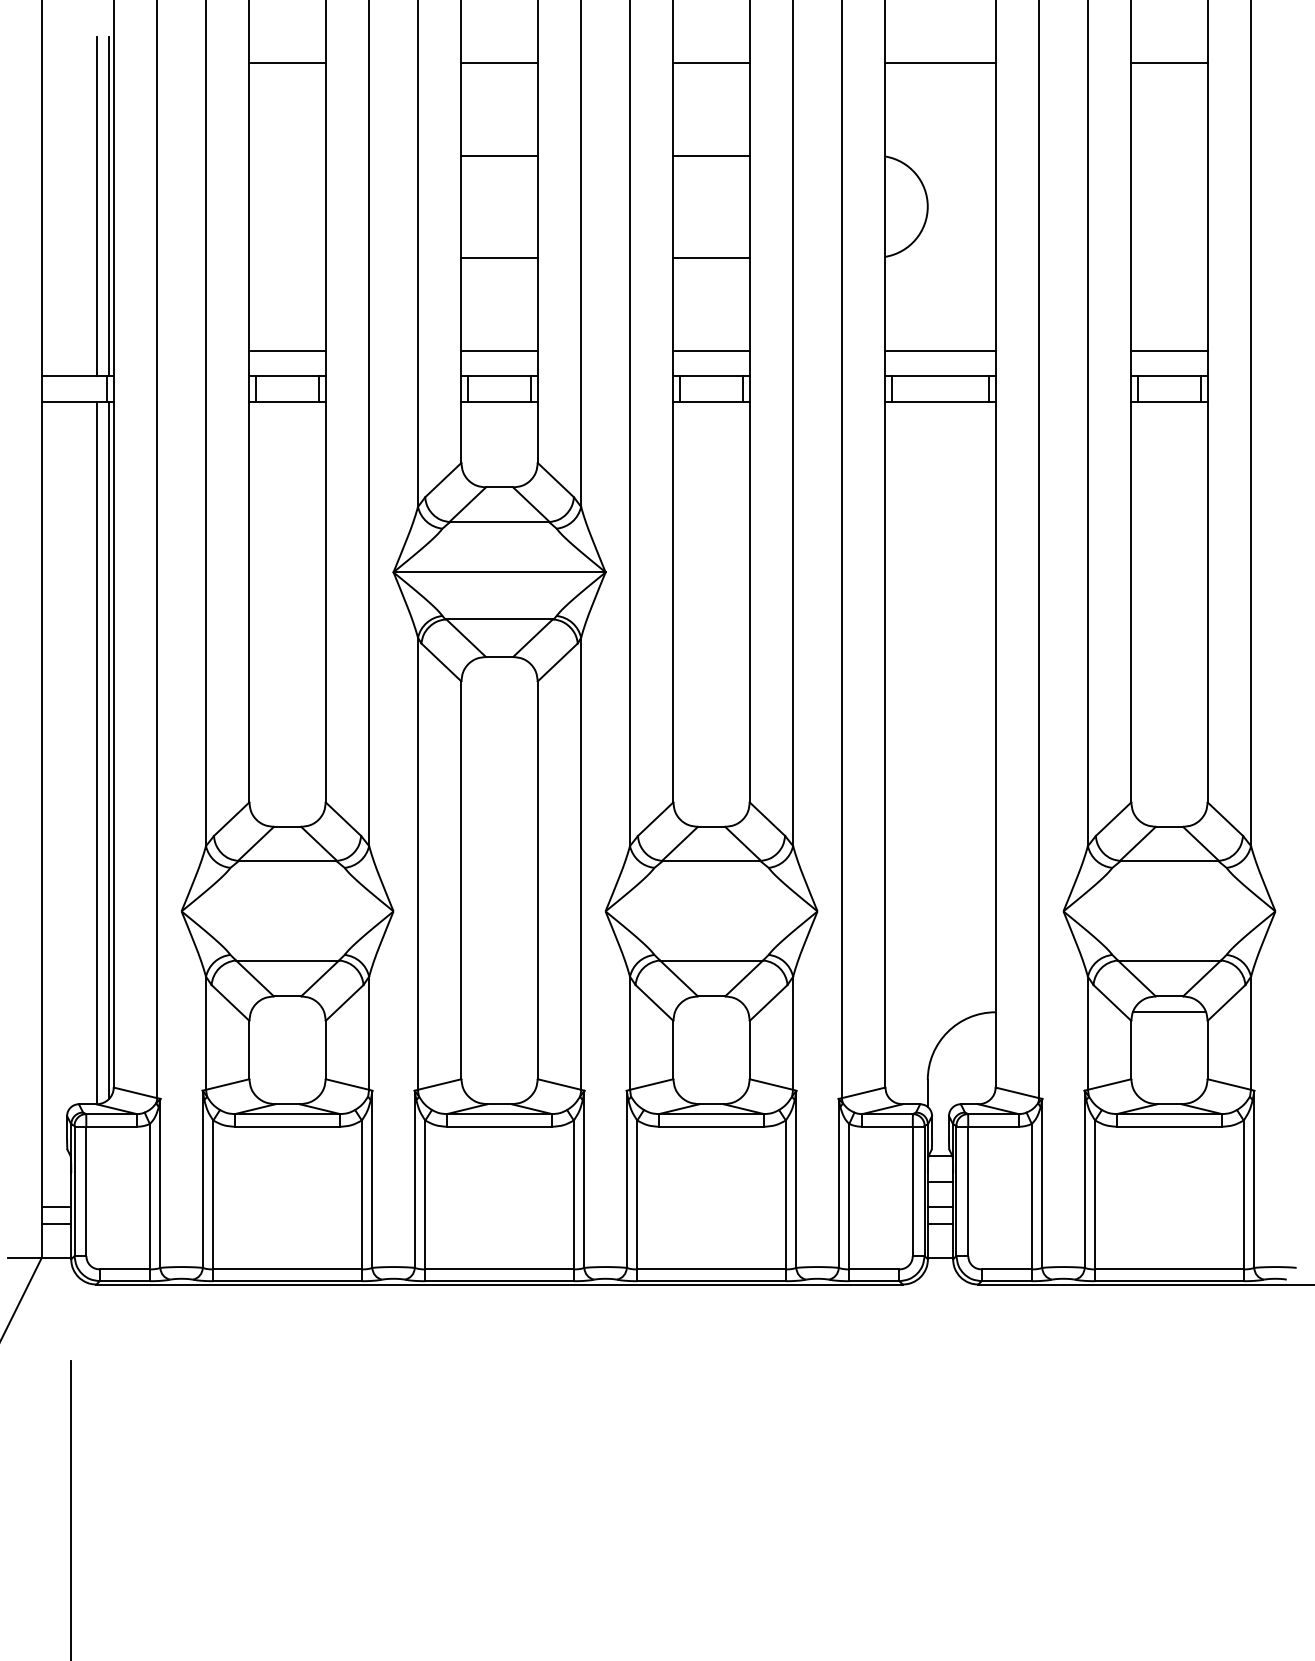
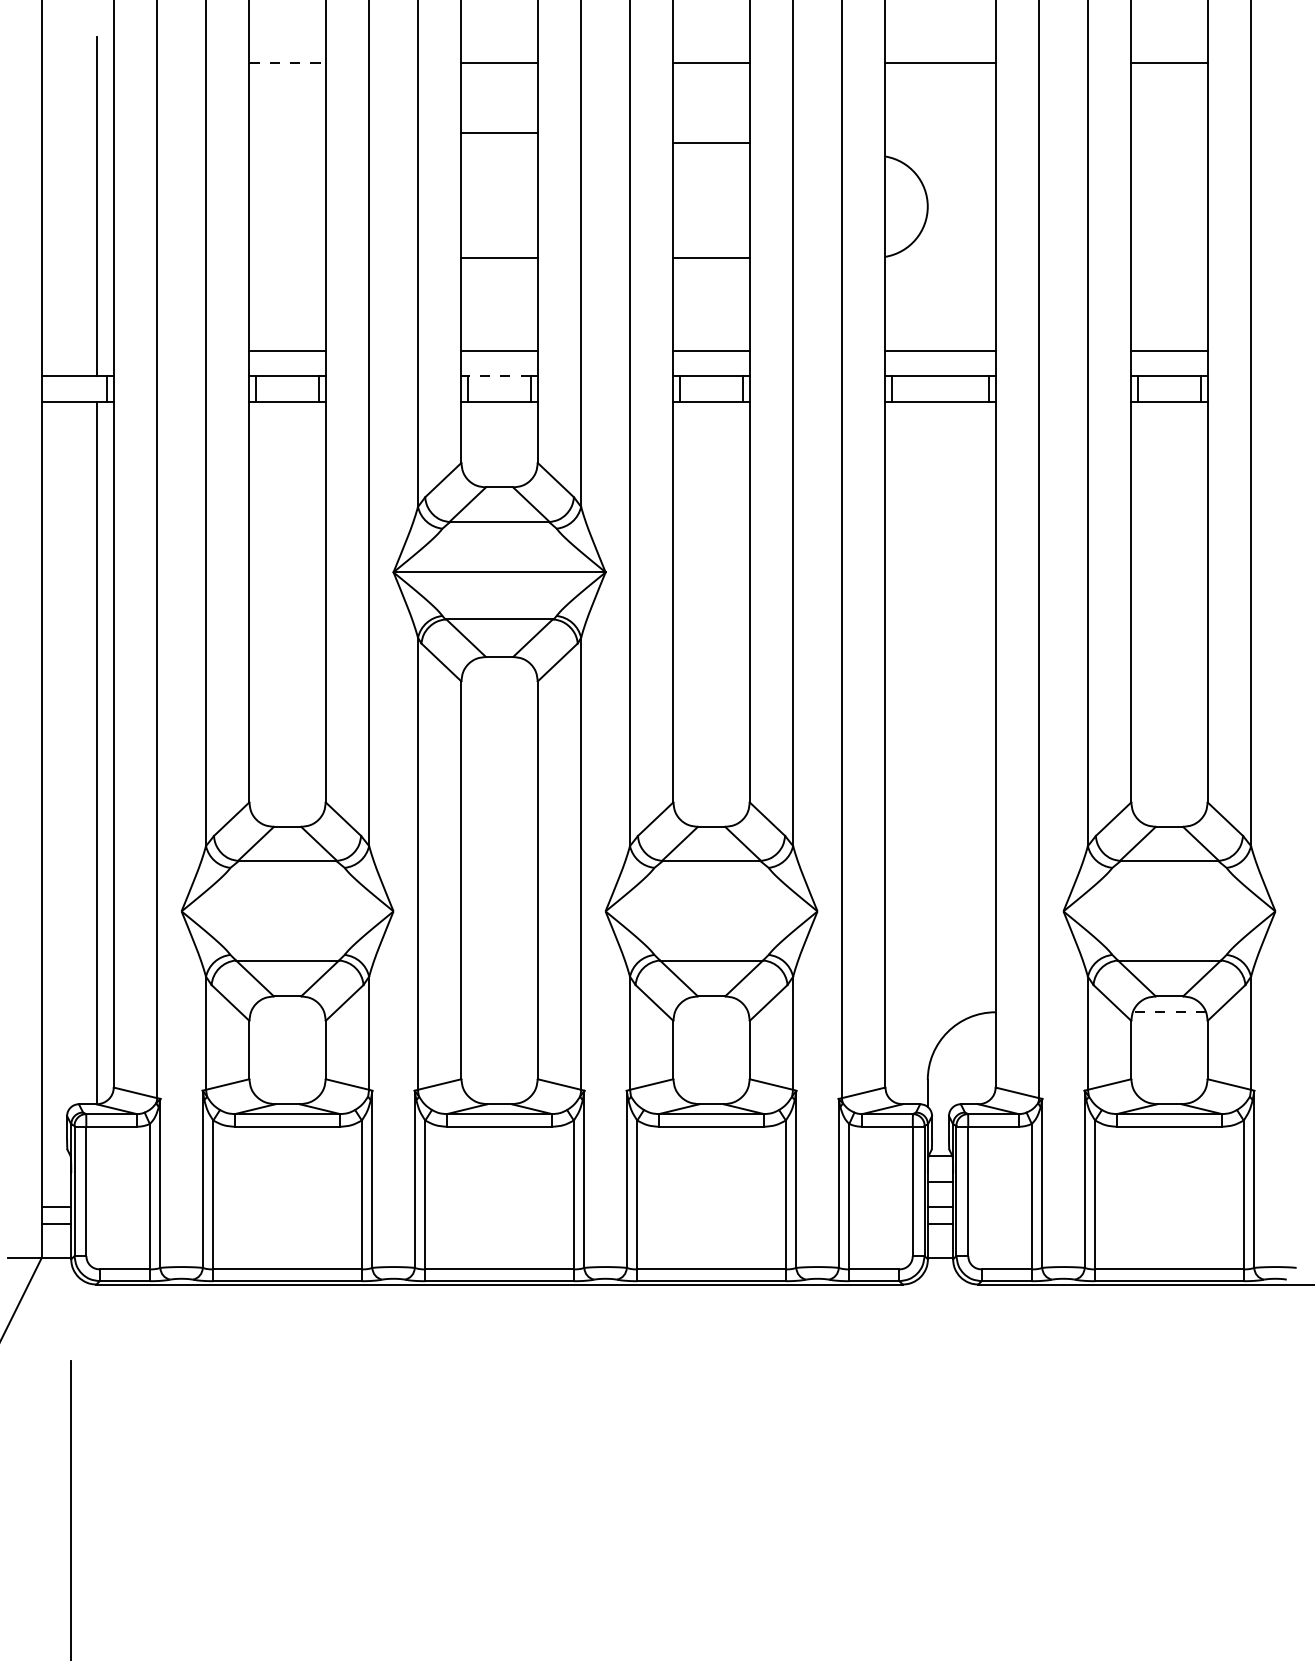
line at (288, 62): solid -> dashed
line at (499, 155) position: (499, 155) -> (499, 132)
line at (711, 155) position: (711, 155) -> (711, 142)
line at (109, 206): present -> none
line at (499, 376): solid -> dashed
line at (109, 749): present -> none
line at (1169, 1012): solid -> dashed
